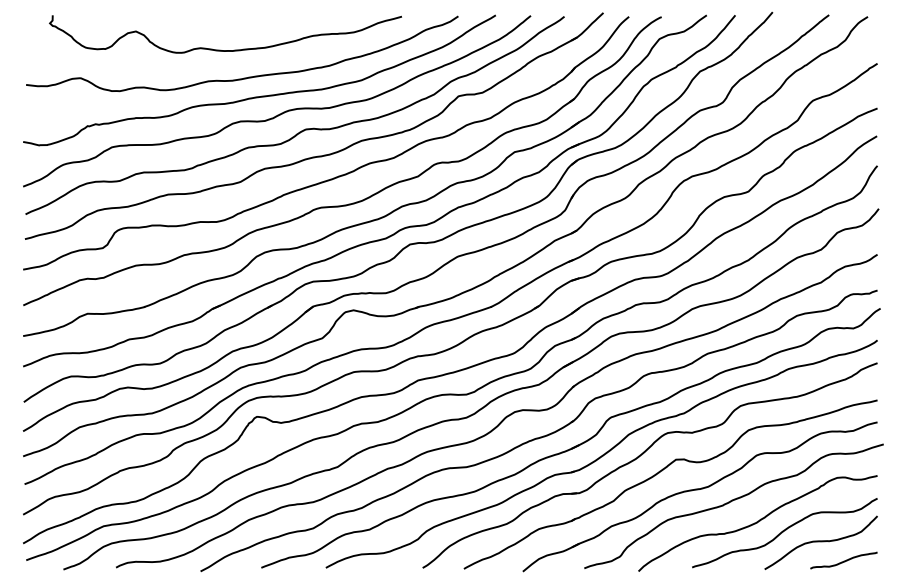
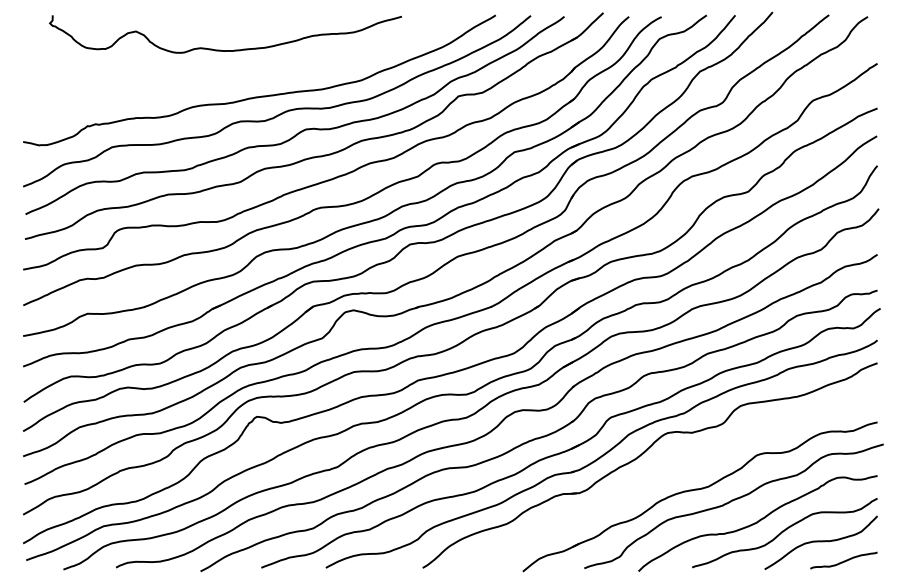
curve at (248, 76): present -> none
part at (662, 471): present -> none
